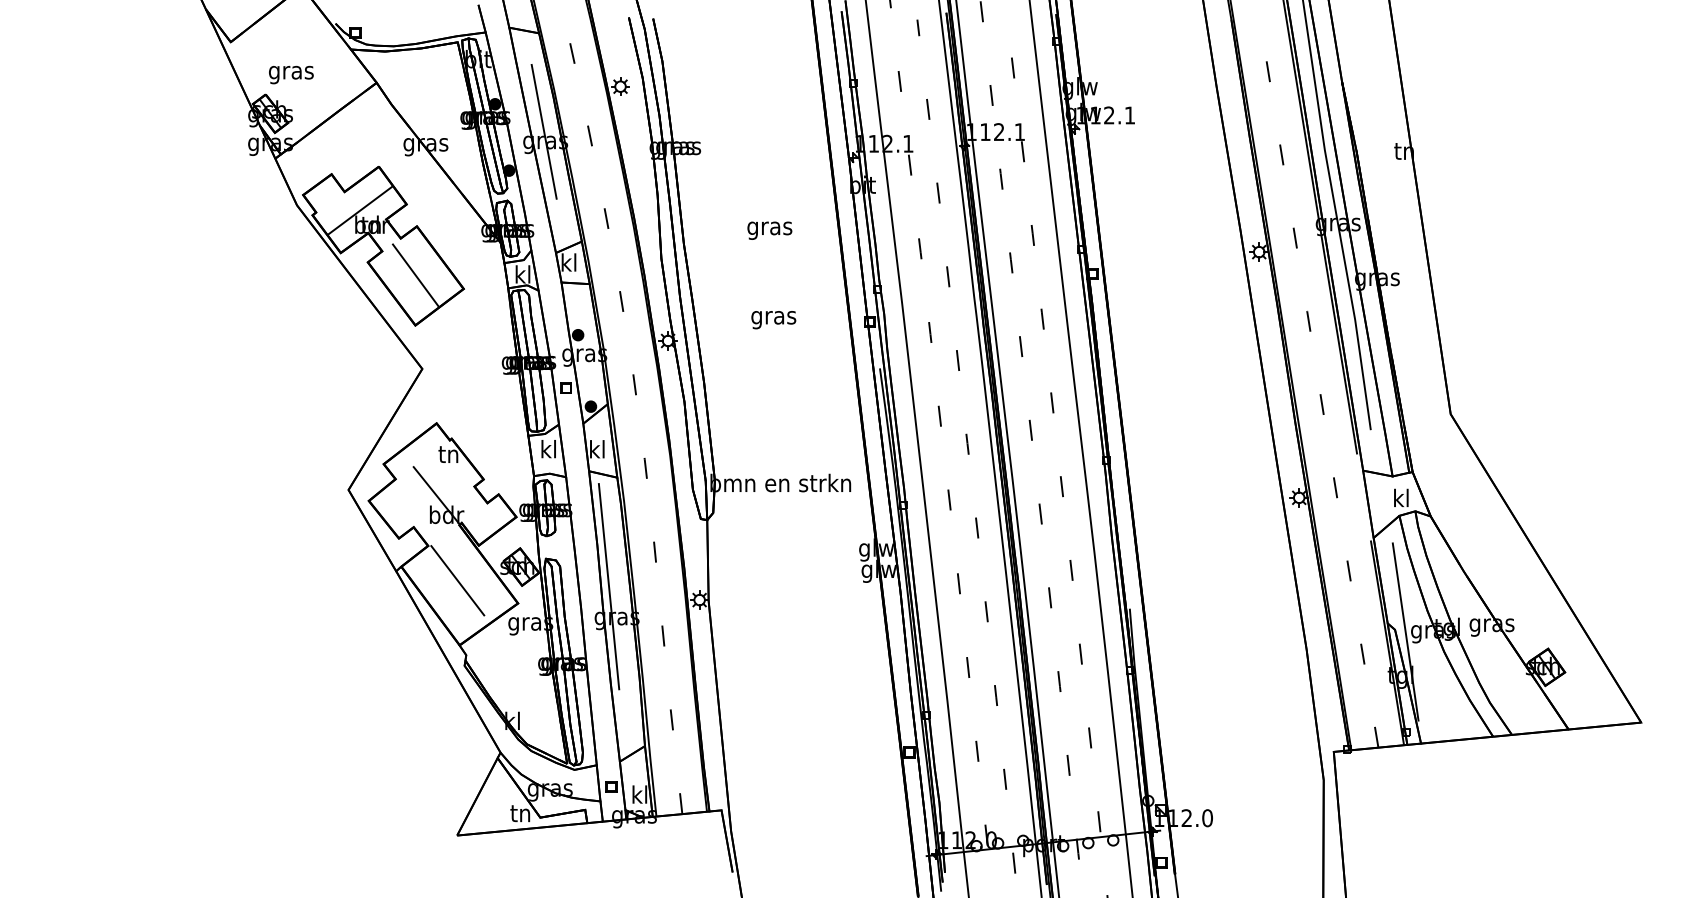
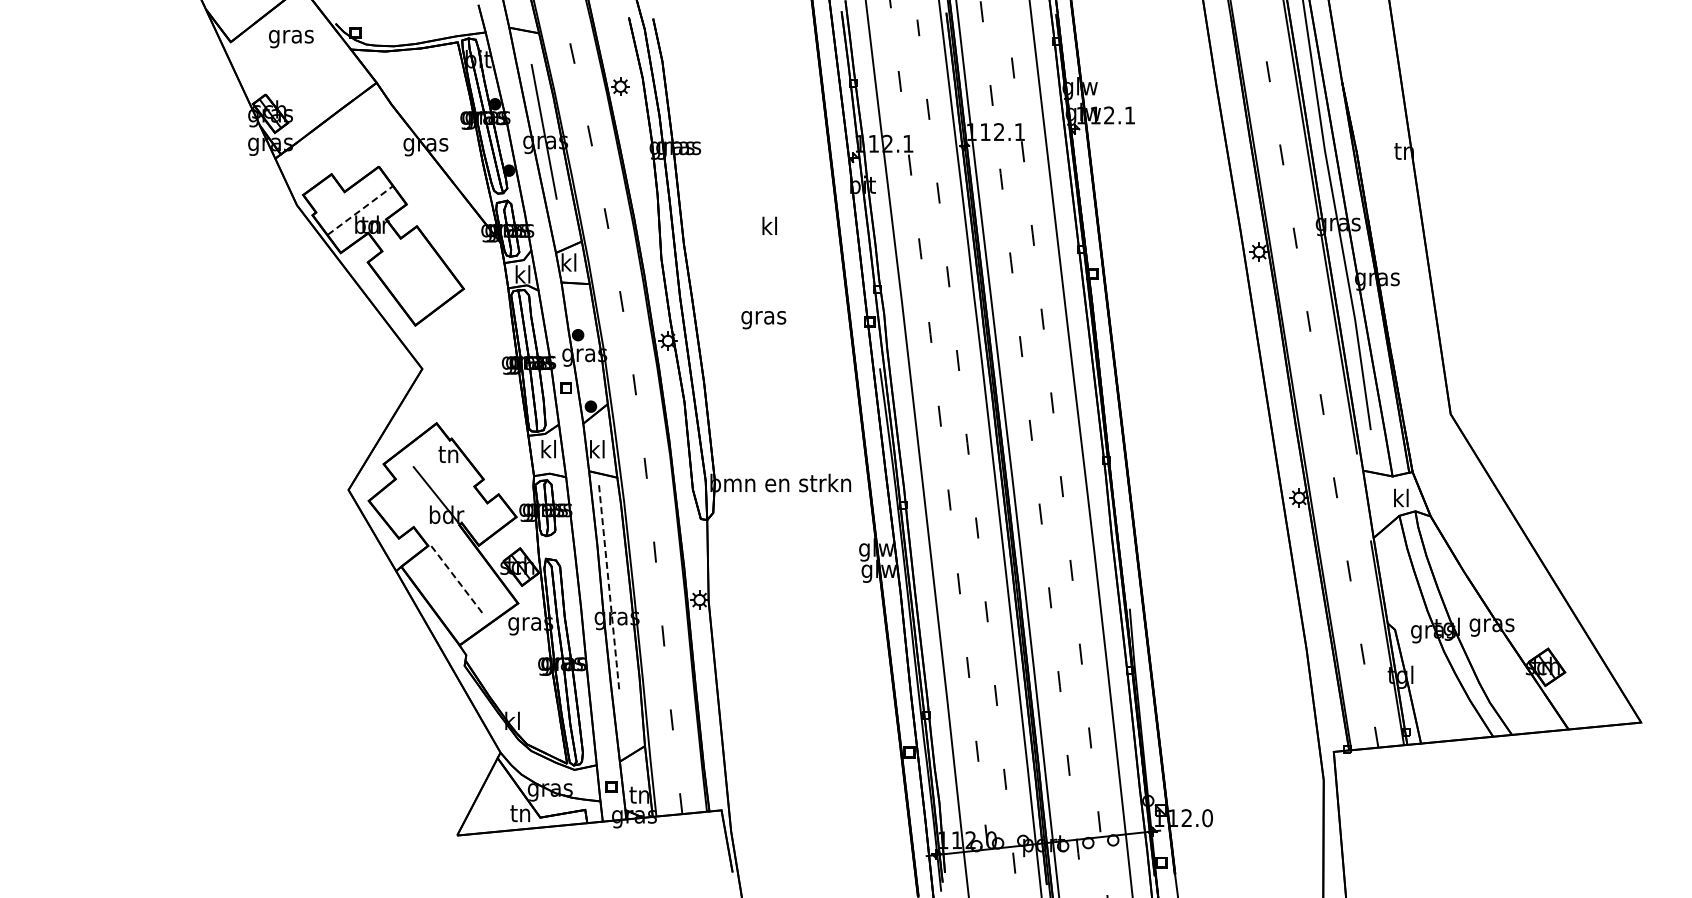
text at (291, 74) position: (291, 74) -> (291, 38)
line at (360, 210): solid -> dashed
text at (769, 227): gras -> kl
line at (415, 275): present -> none
text at (773, 320) position: (773, 320) -> (763, 320)
line at (457, 580): solid -> dashed
line at (609, 586): solid -> dashed
line at (1405, 631): present -> none
text at (639, 794): kl -> tn
